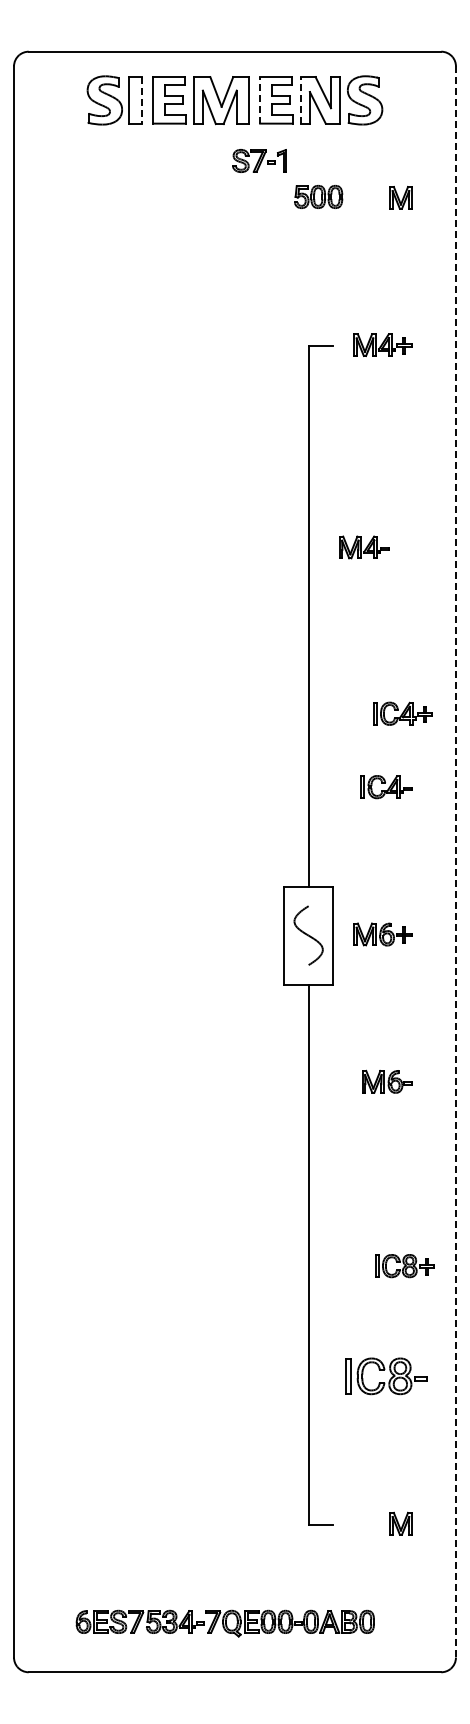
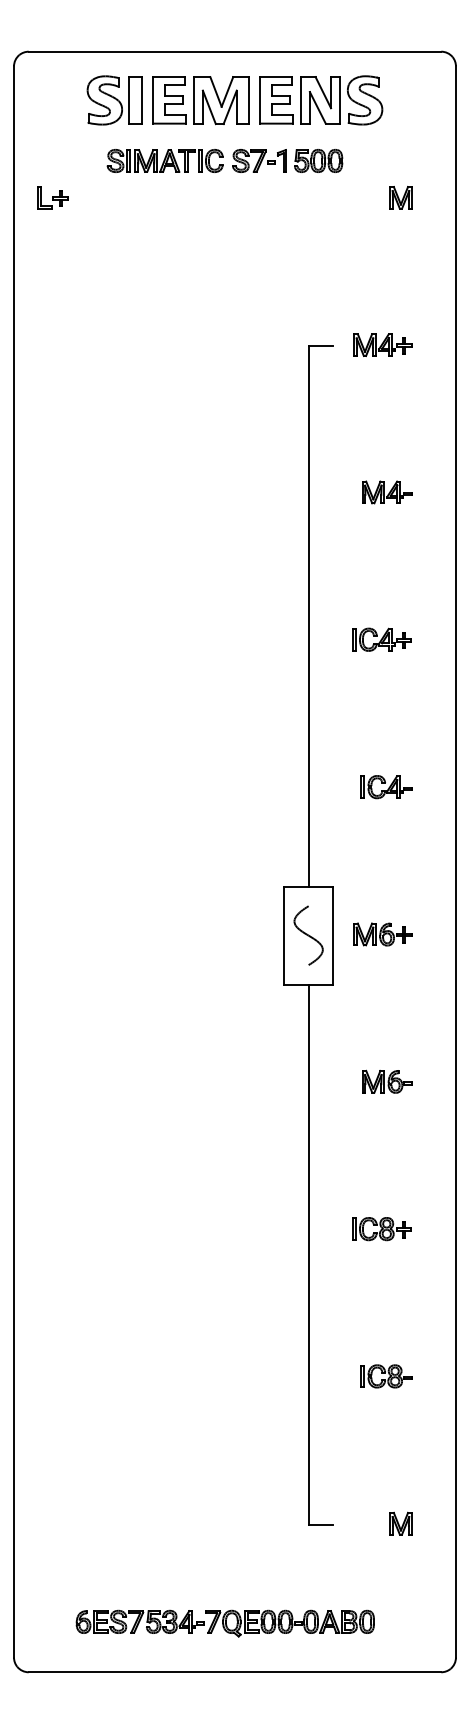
line at (260, 99): dashed -> solid
line at (301, 99): dashed -> solid
line at (141, 100): dashed -> solid
part at (164, 160): none -> present
part at (318, 196) position: (318, 196) -> (318, 160)
part at (52, 197): none -> present
part at (364, 547) position: (364, 547) -> (387, 492)
part at (402, 713) position: (402, 713) -> (381, 639)
line at (455, 861): dashed -> solid
part at (404, 1266) position: (404, 1266) -> (381, 1229)
part at (386, 1376) size: 83x39 px -> 53x25 px
